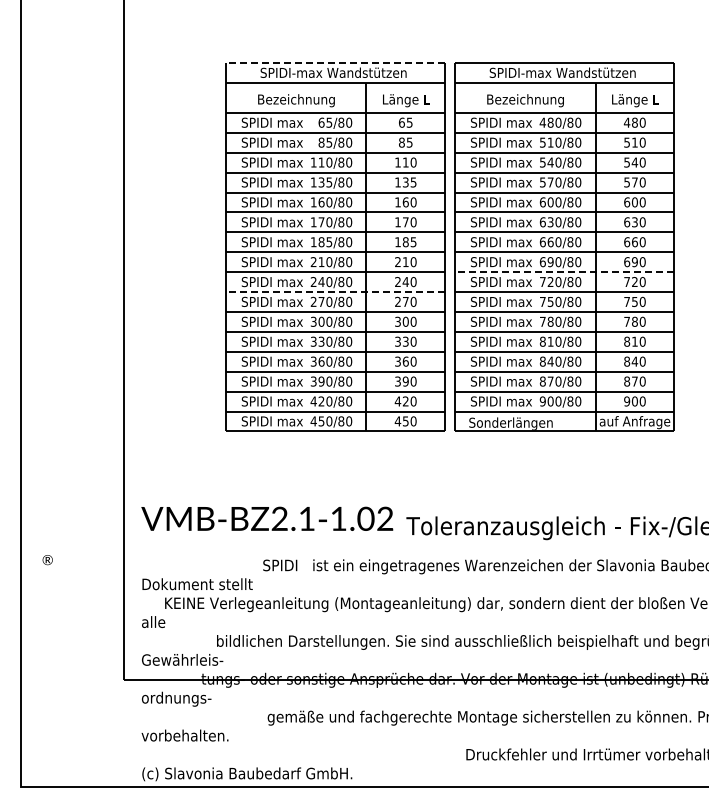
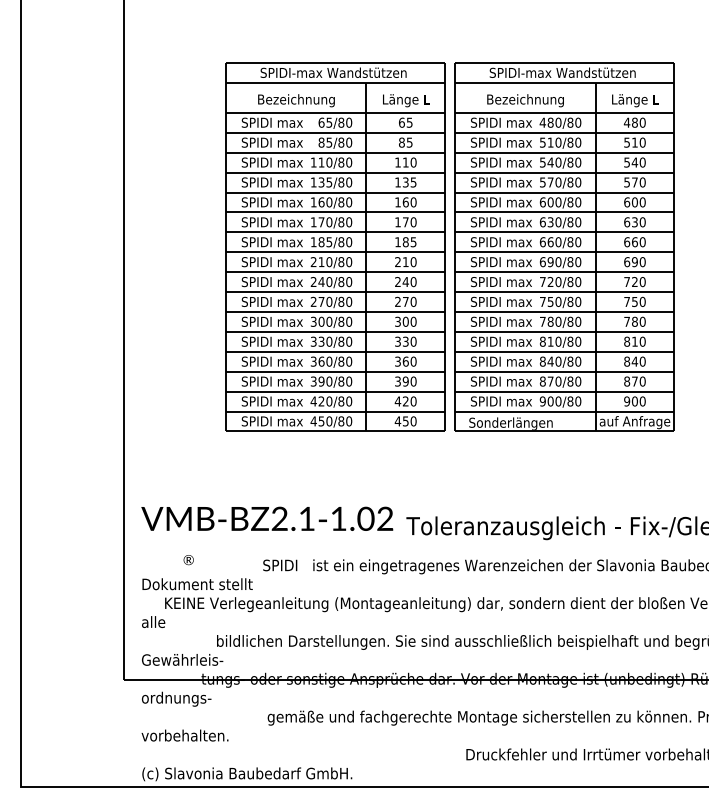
line at (335, 62): dashed -> solid
line at (564, 272): dashed -> solid
line at (335, 292): dashed -> solid
text at (47, 560) position: (47, 560) -> (188, 560)
